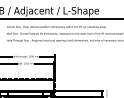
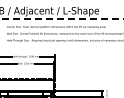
line at (62, 19): solid -> dashed
